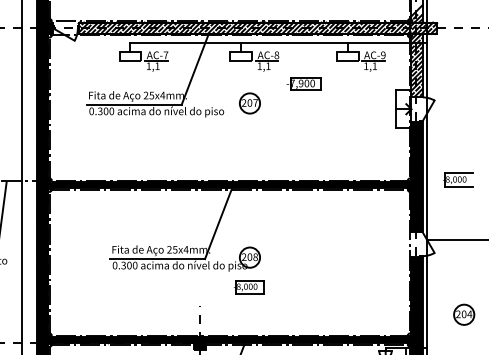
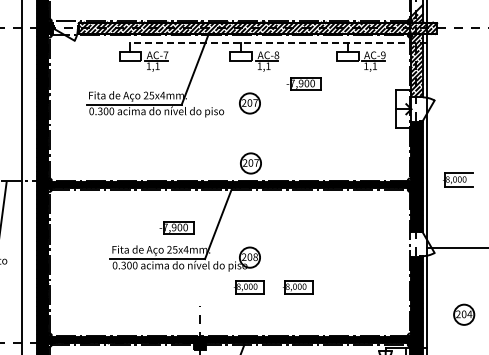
line at (278, 42): solid -> dashed
part at (250, 163): none -> present
part at (176, 227): none -> present
line at (455, 240) position: (455, 240) -> (455, 248)
part at (298, 287): none -> present
